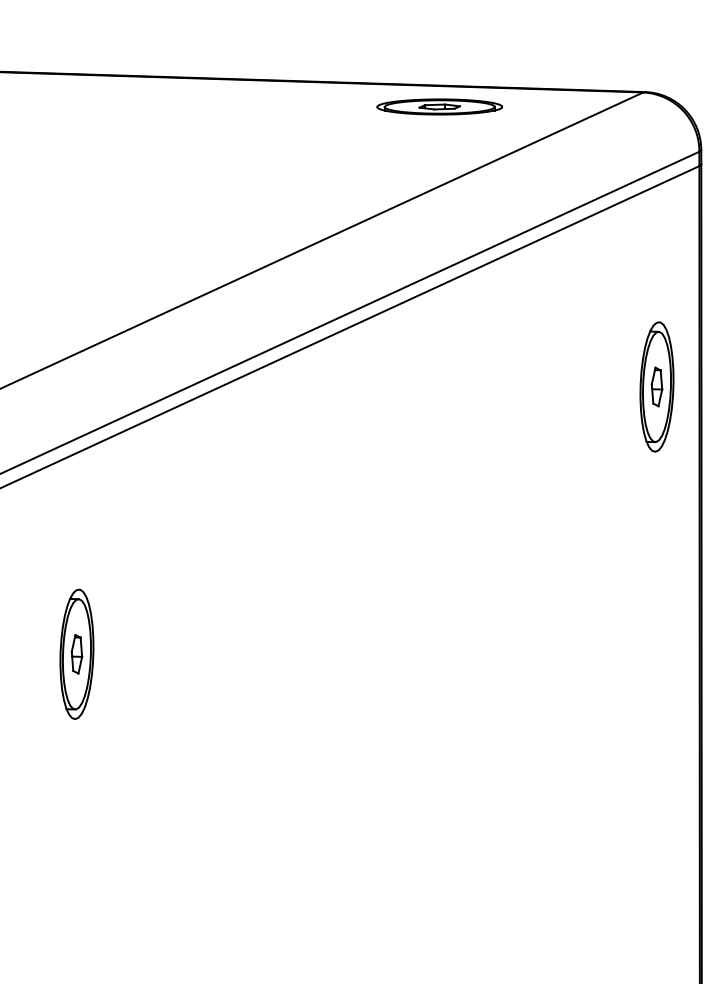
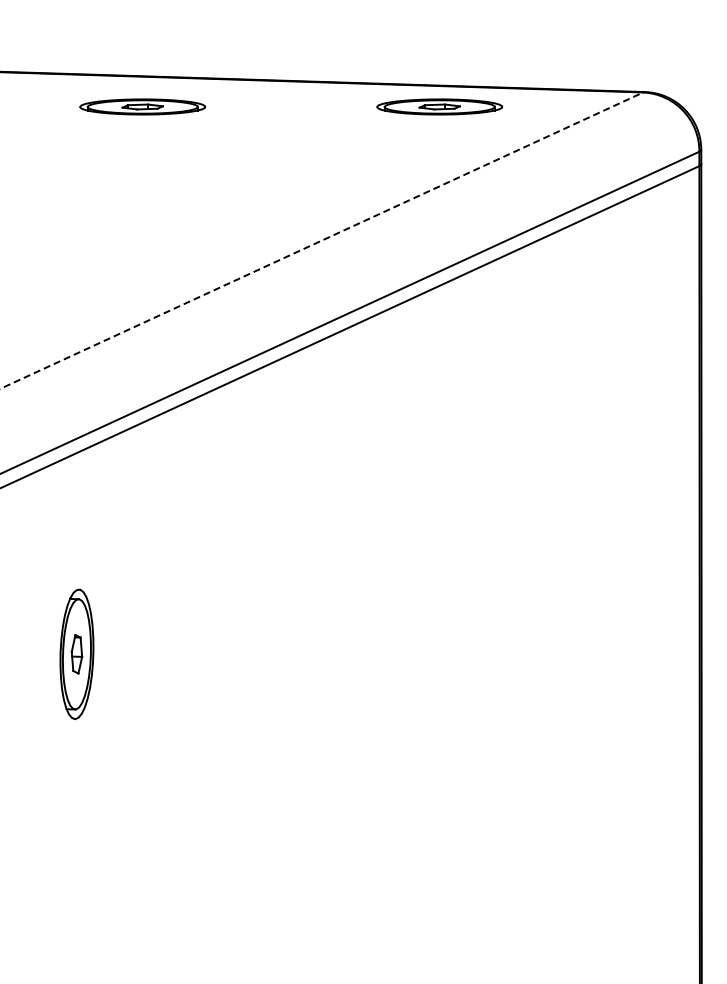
part at (142, 106): none -> present
line at (322, 240): solid -> dashed
part at (656, 386): present -> none
